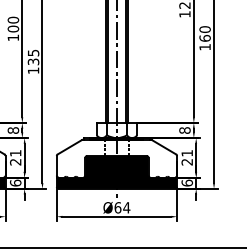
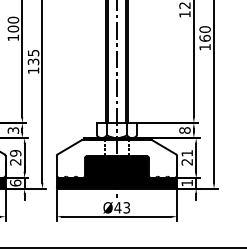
text at (13, 130): 8 -> 3
text at (15, 153): 21 -> 29
text at (186, 182): 6 -> 1
text at (122, 207): Ø64 -> Ø43
